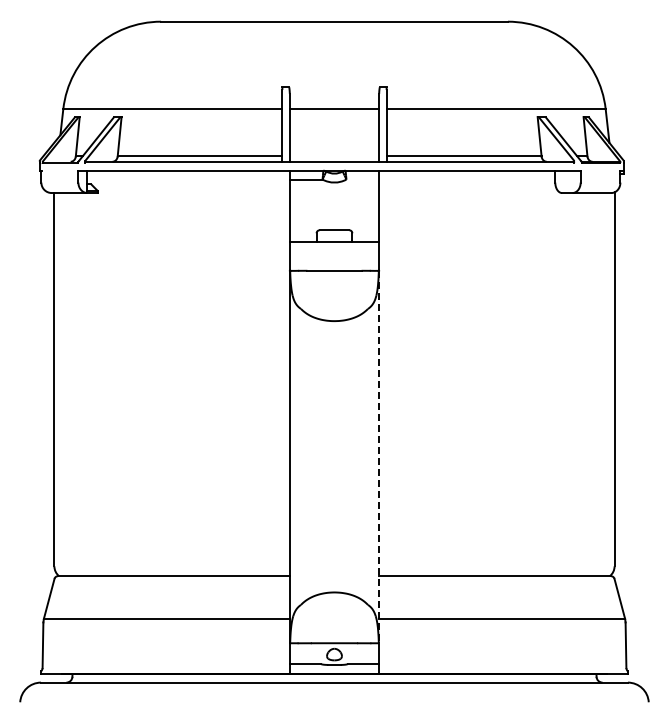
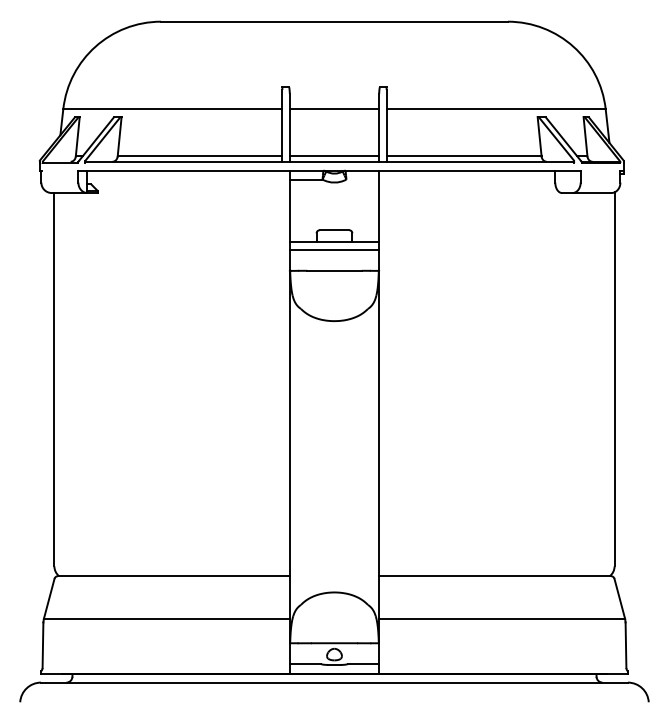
line at (334, 156): none -> present
line at (334, 250): none -> present
line at (379, 457): dashed -> solid
